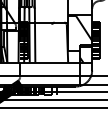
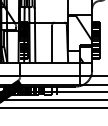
line at (52, 43): none -> present
